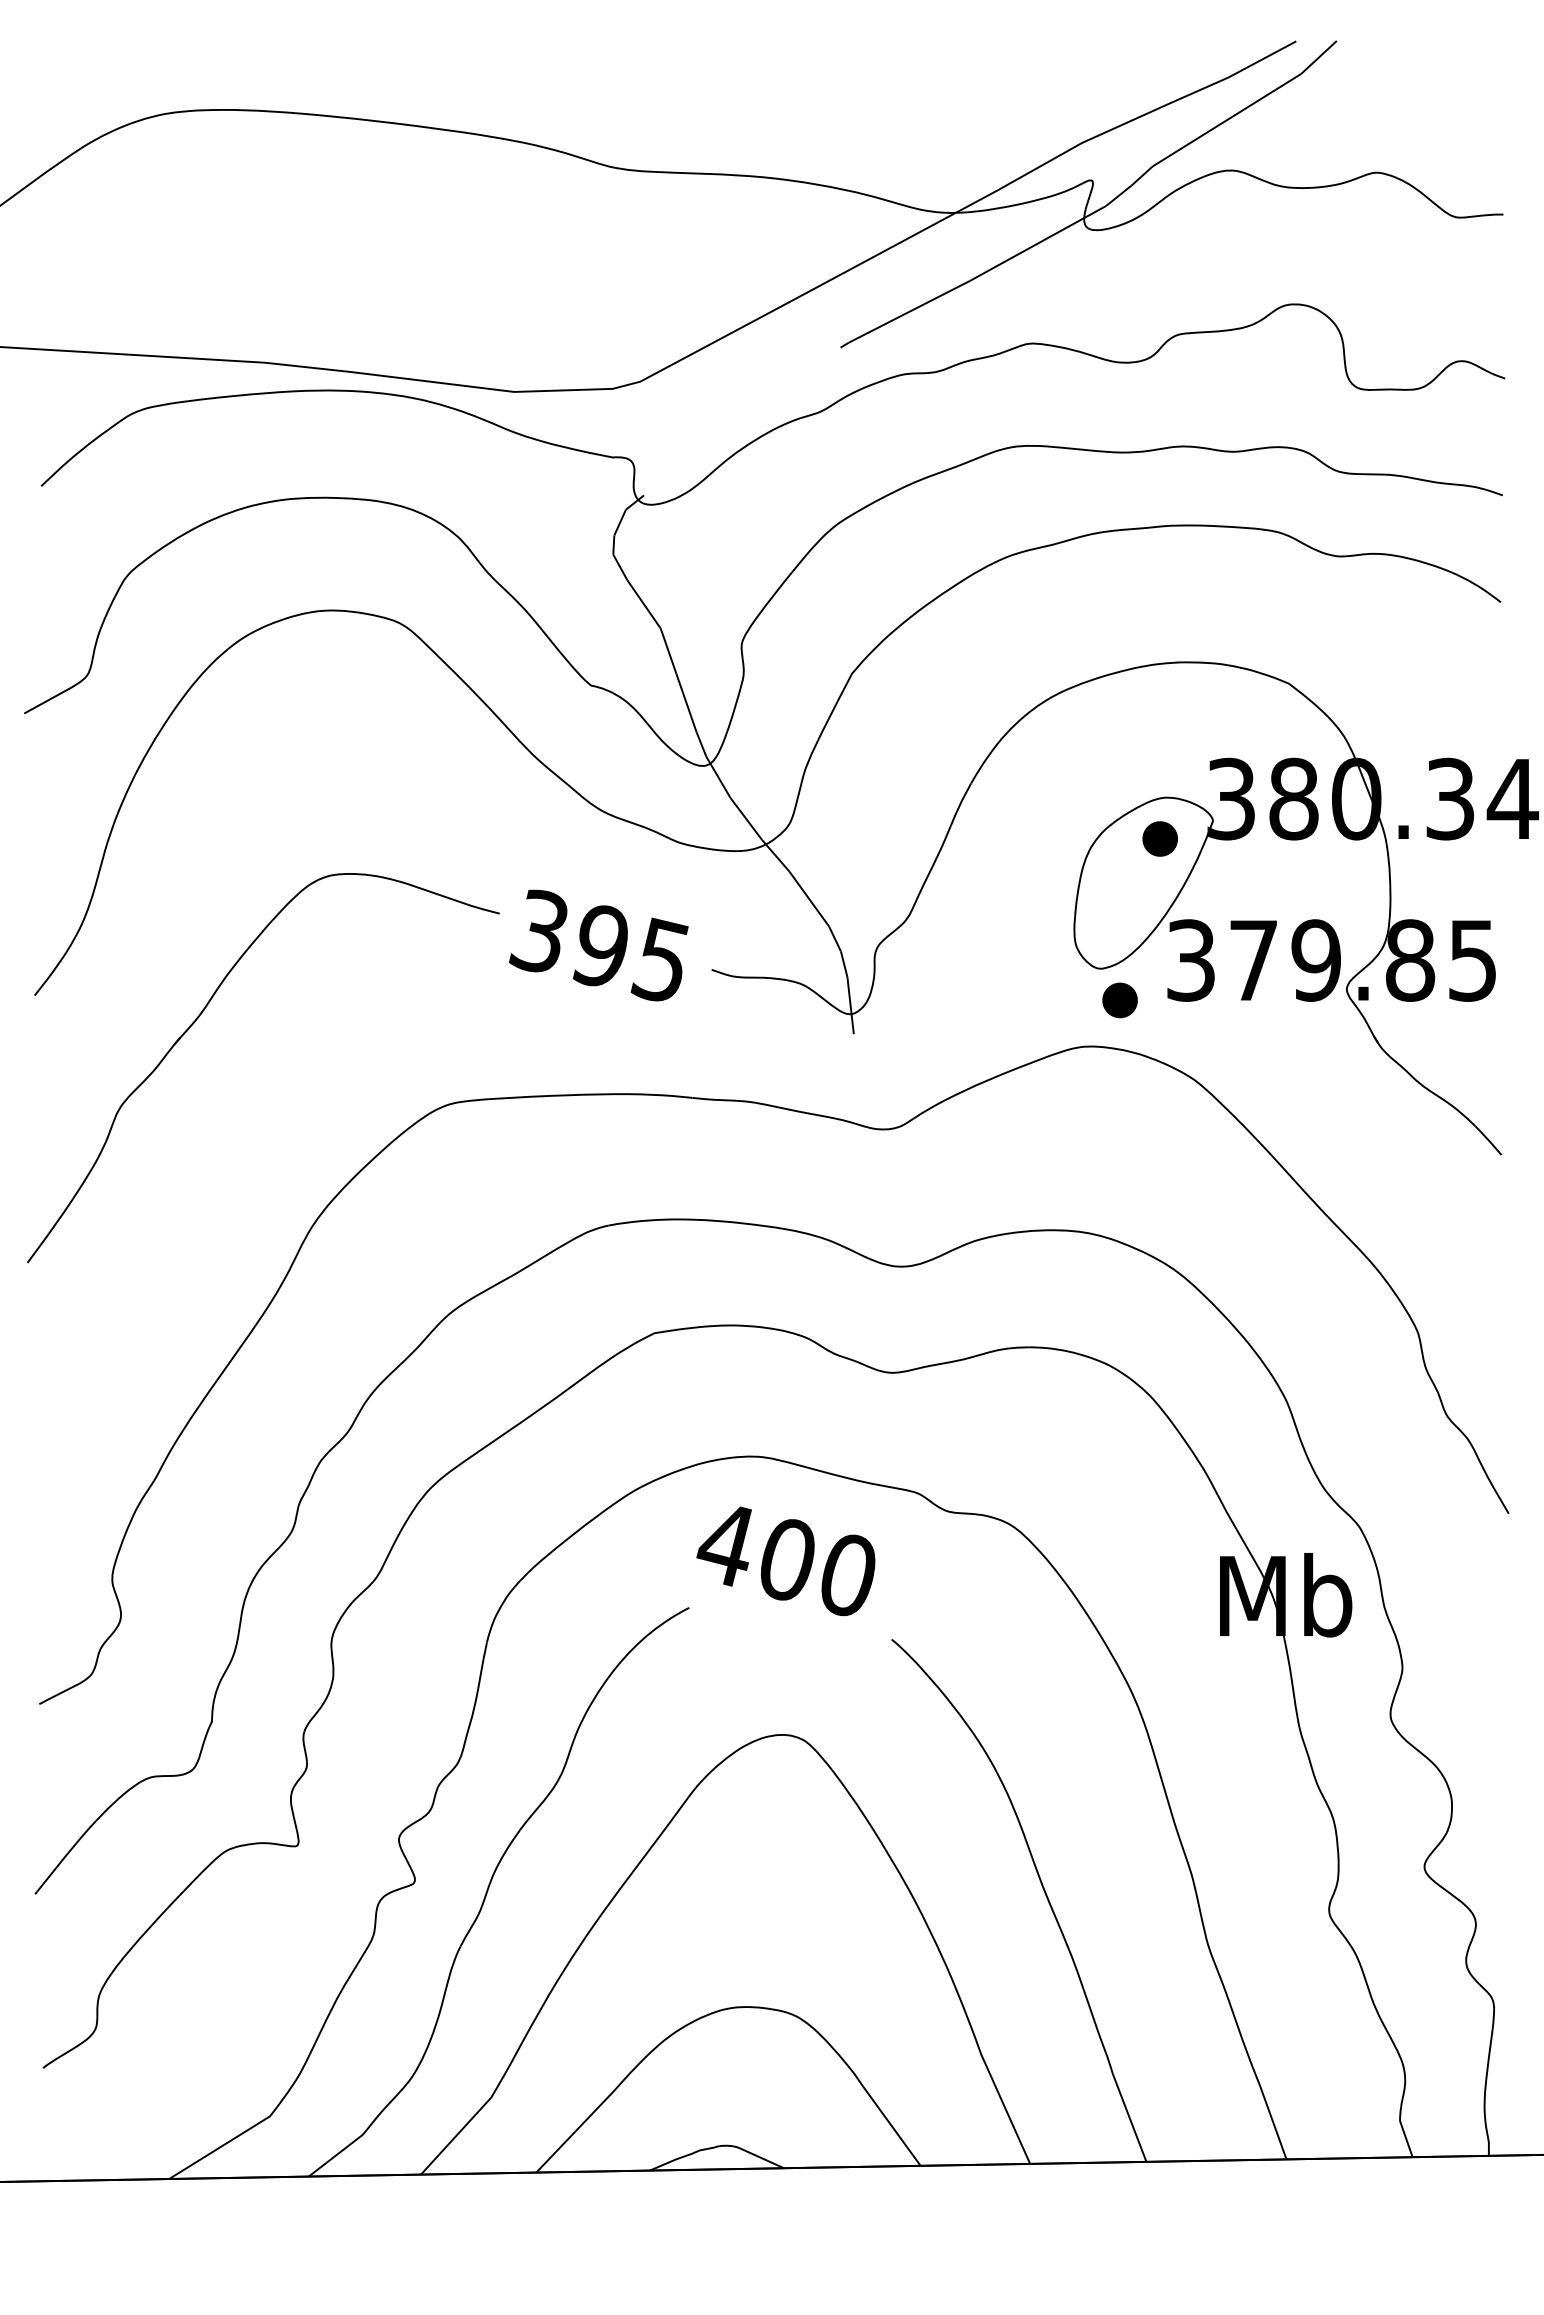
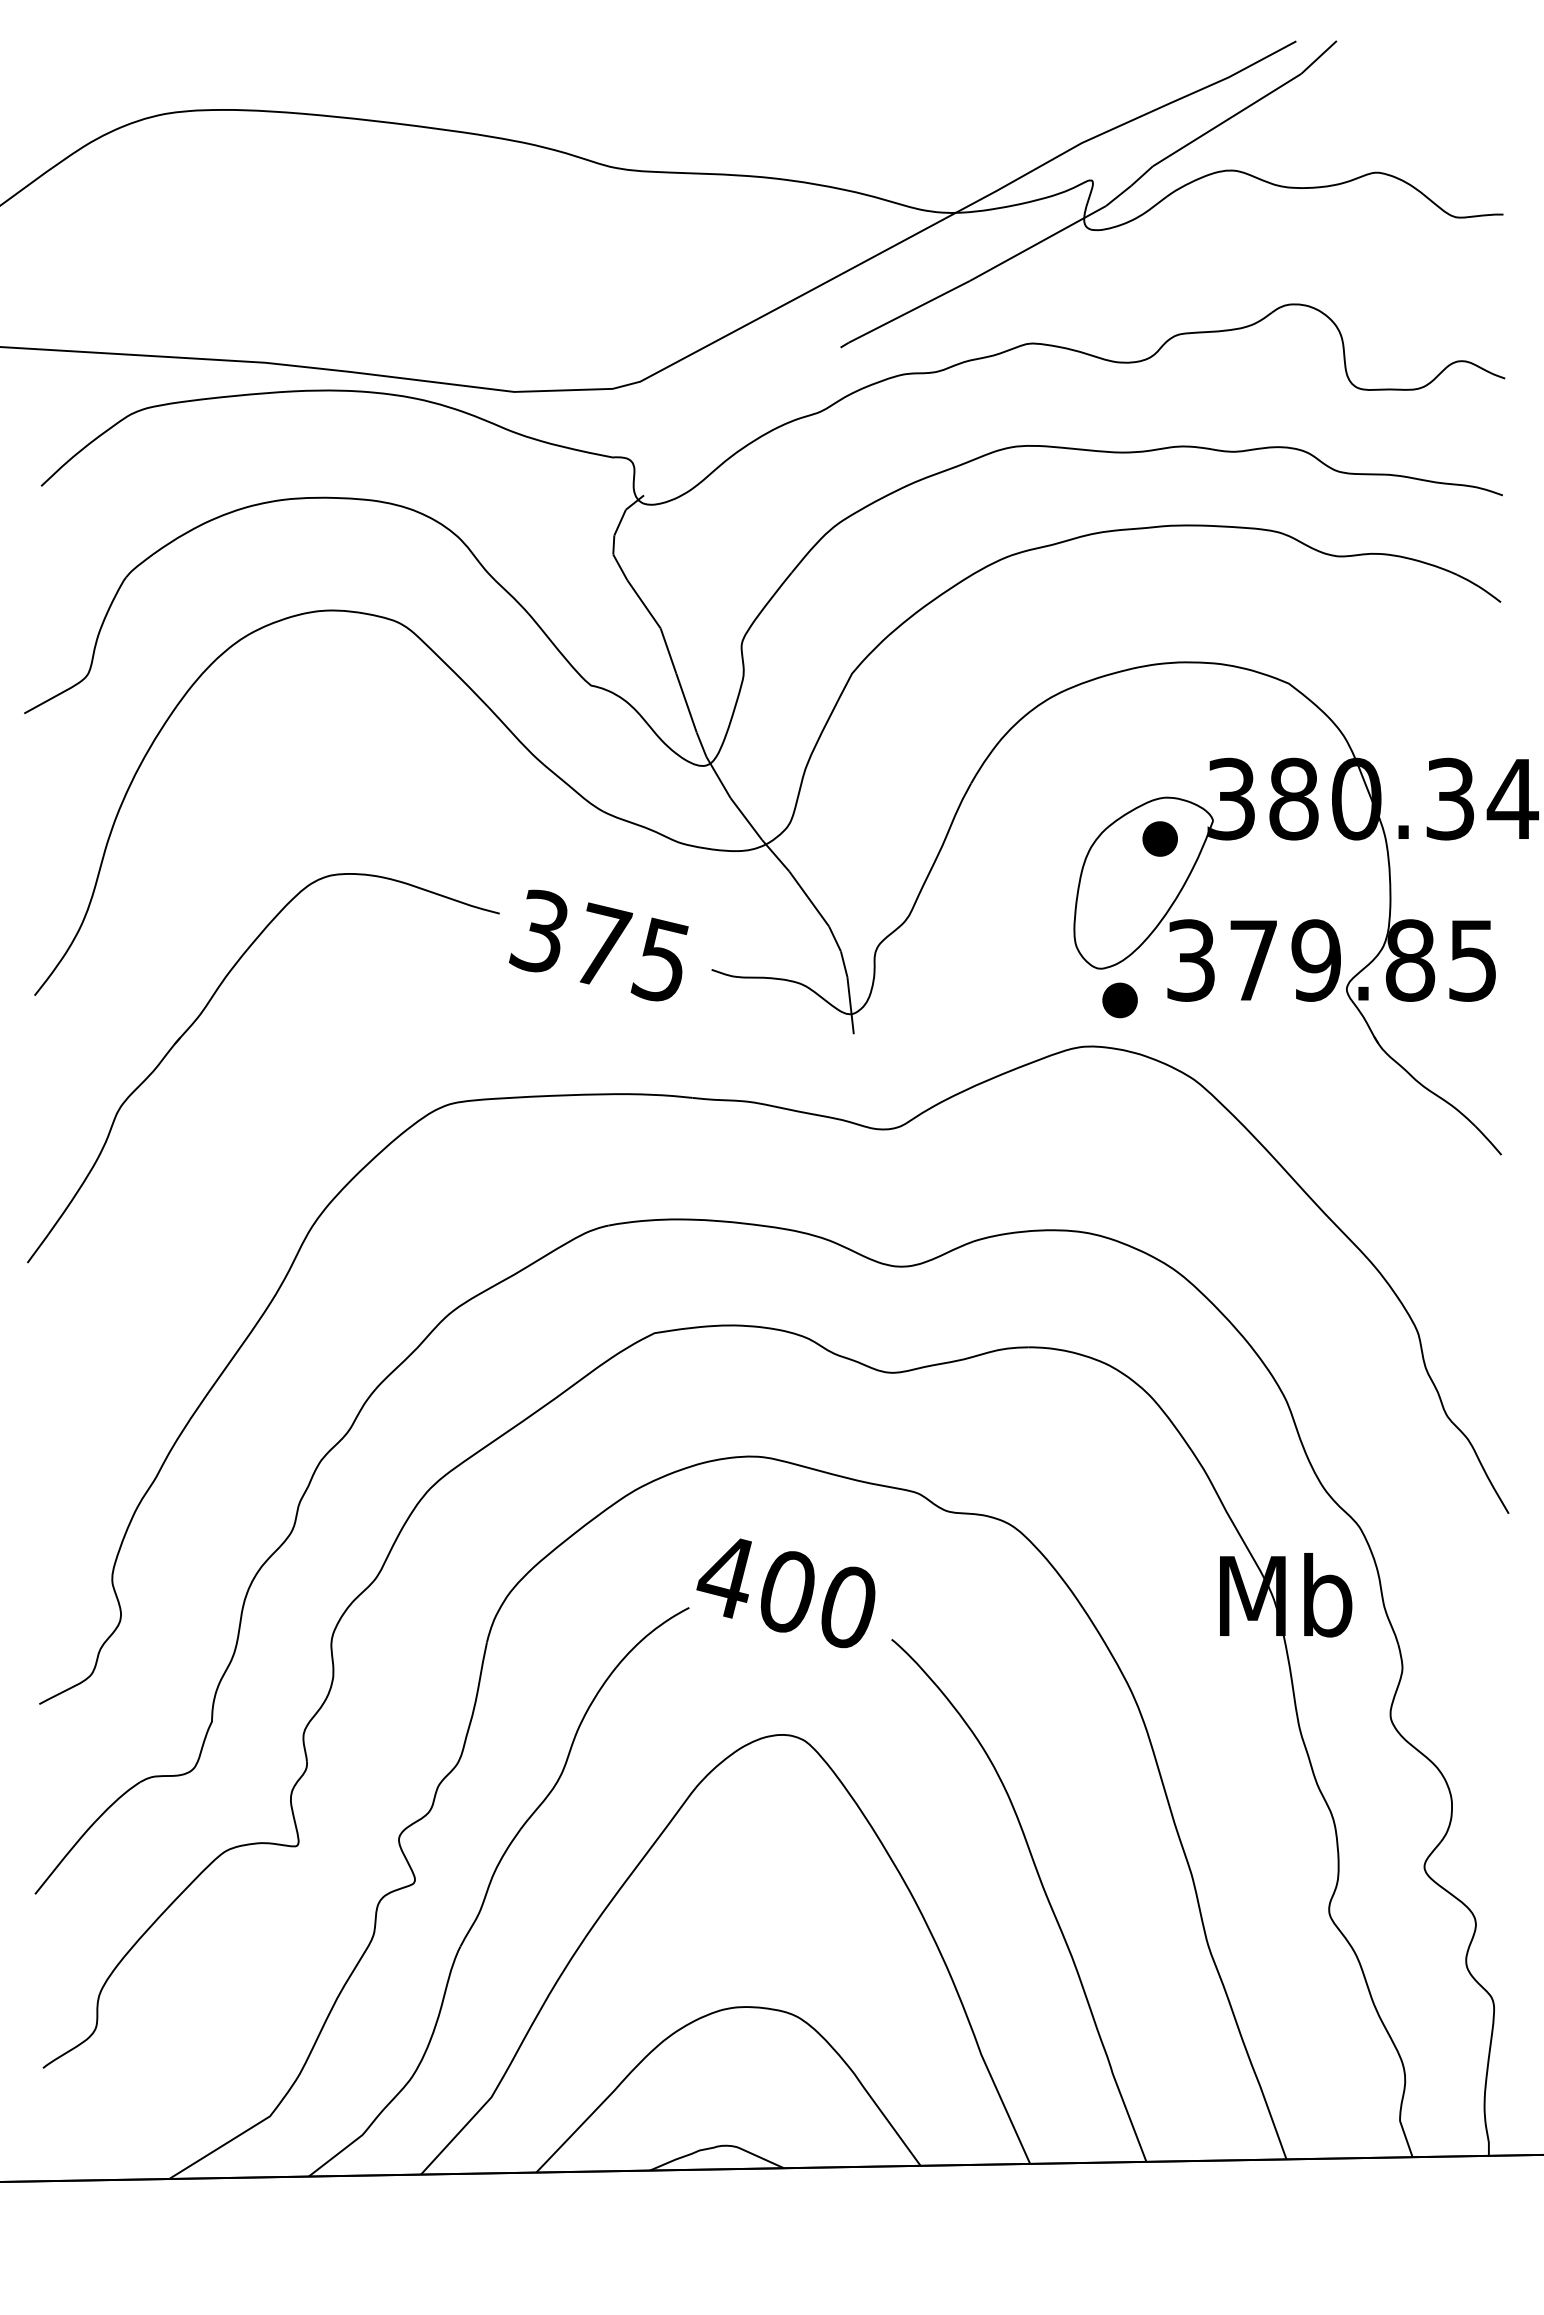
text at (602, 944): 395 -> 375
text at (785, 1561) position: (785, 1561) -> (785, 1593)
